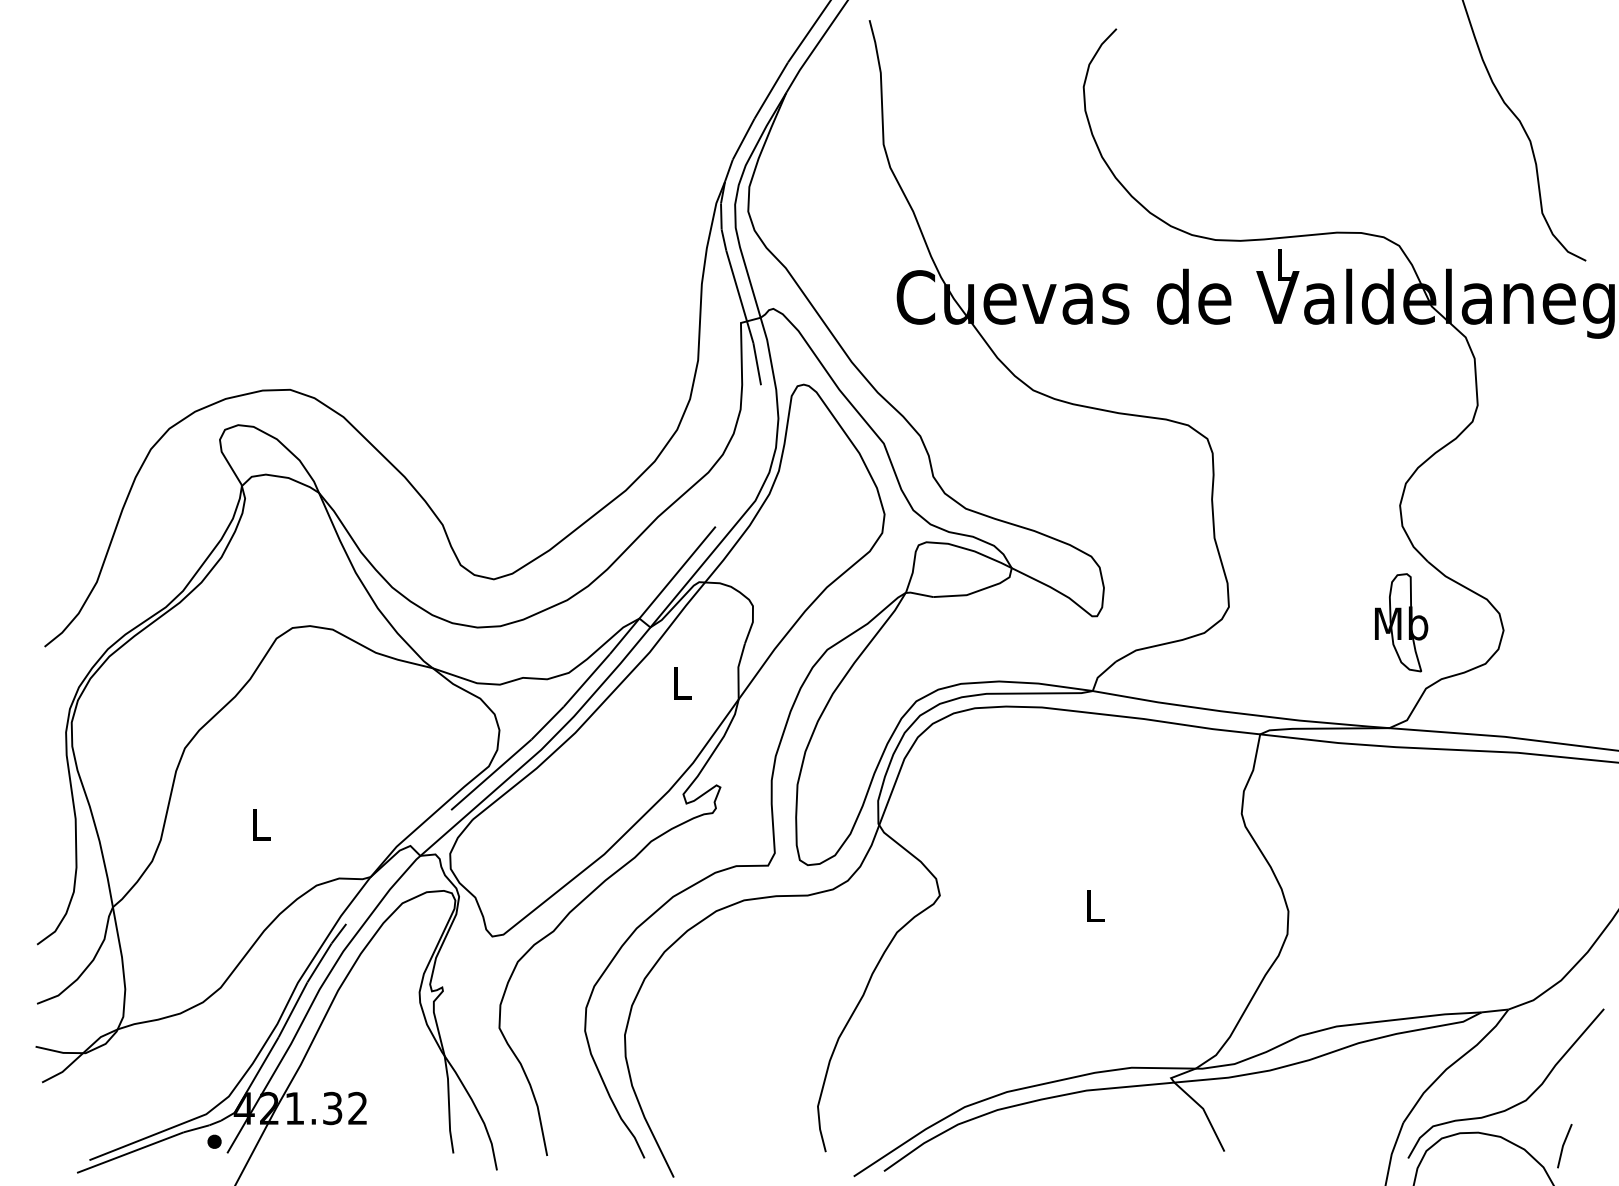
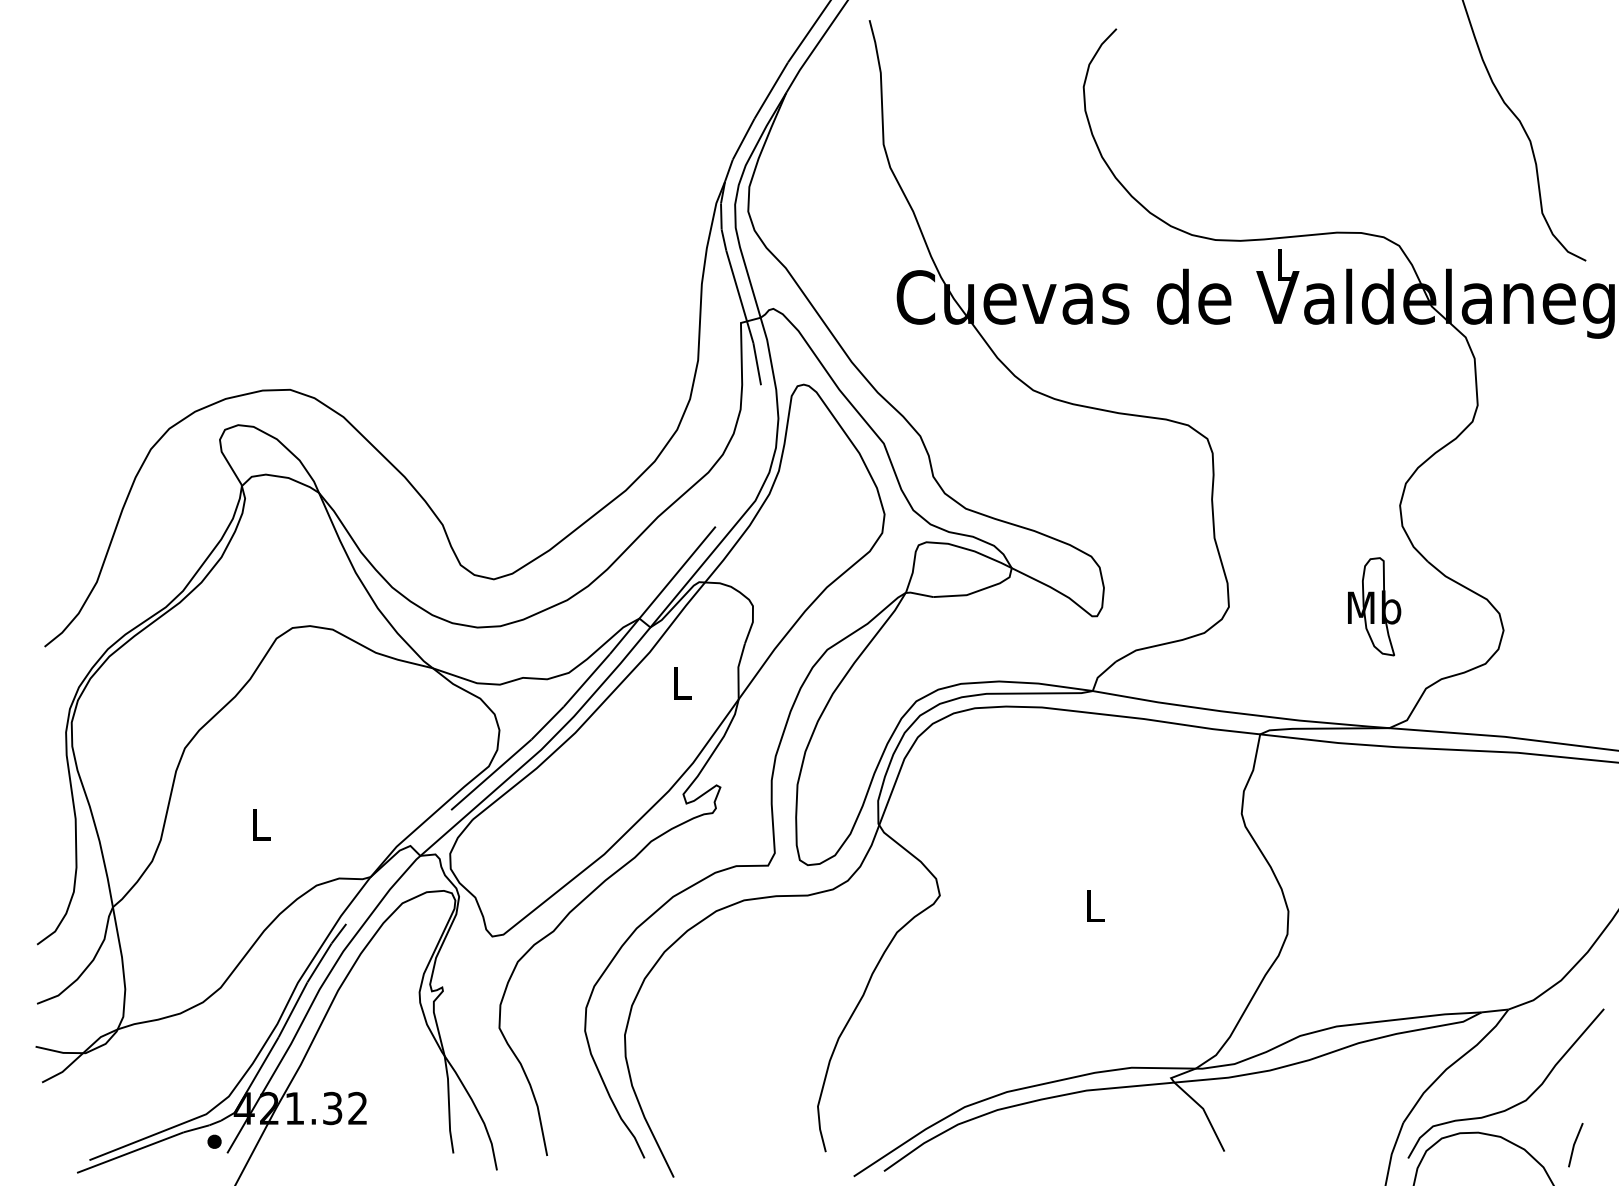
part at (1401, 622) position: (1401, 622) -> (1374, 606)
line at (1564, 1145) position: (1564, 1145) -> (1575, 1144)
